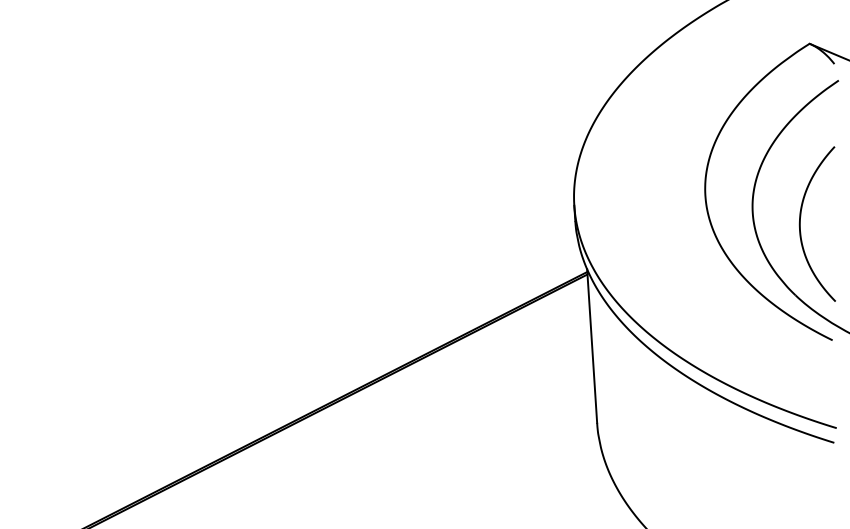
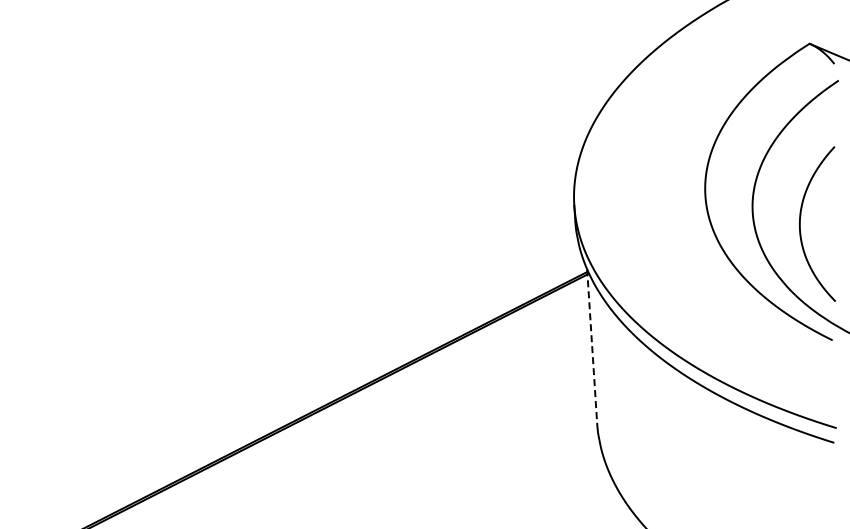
line at (592, 346): solid -> dashed
